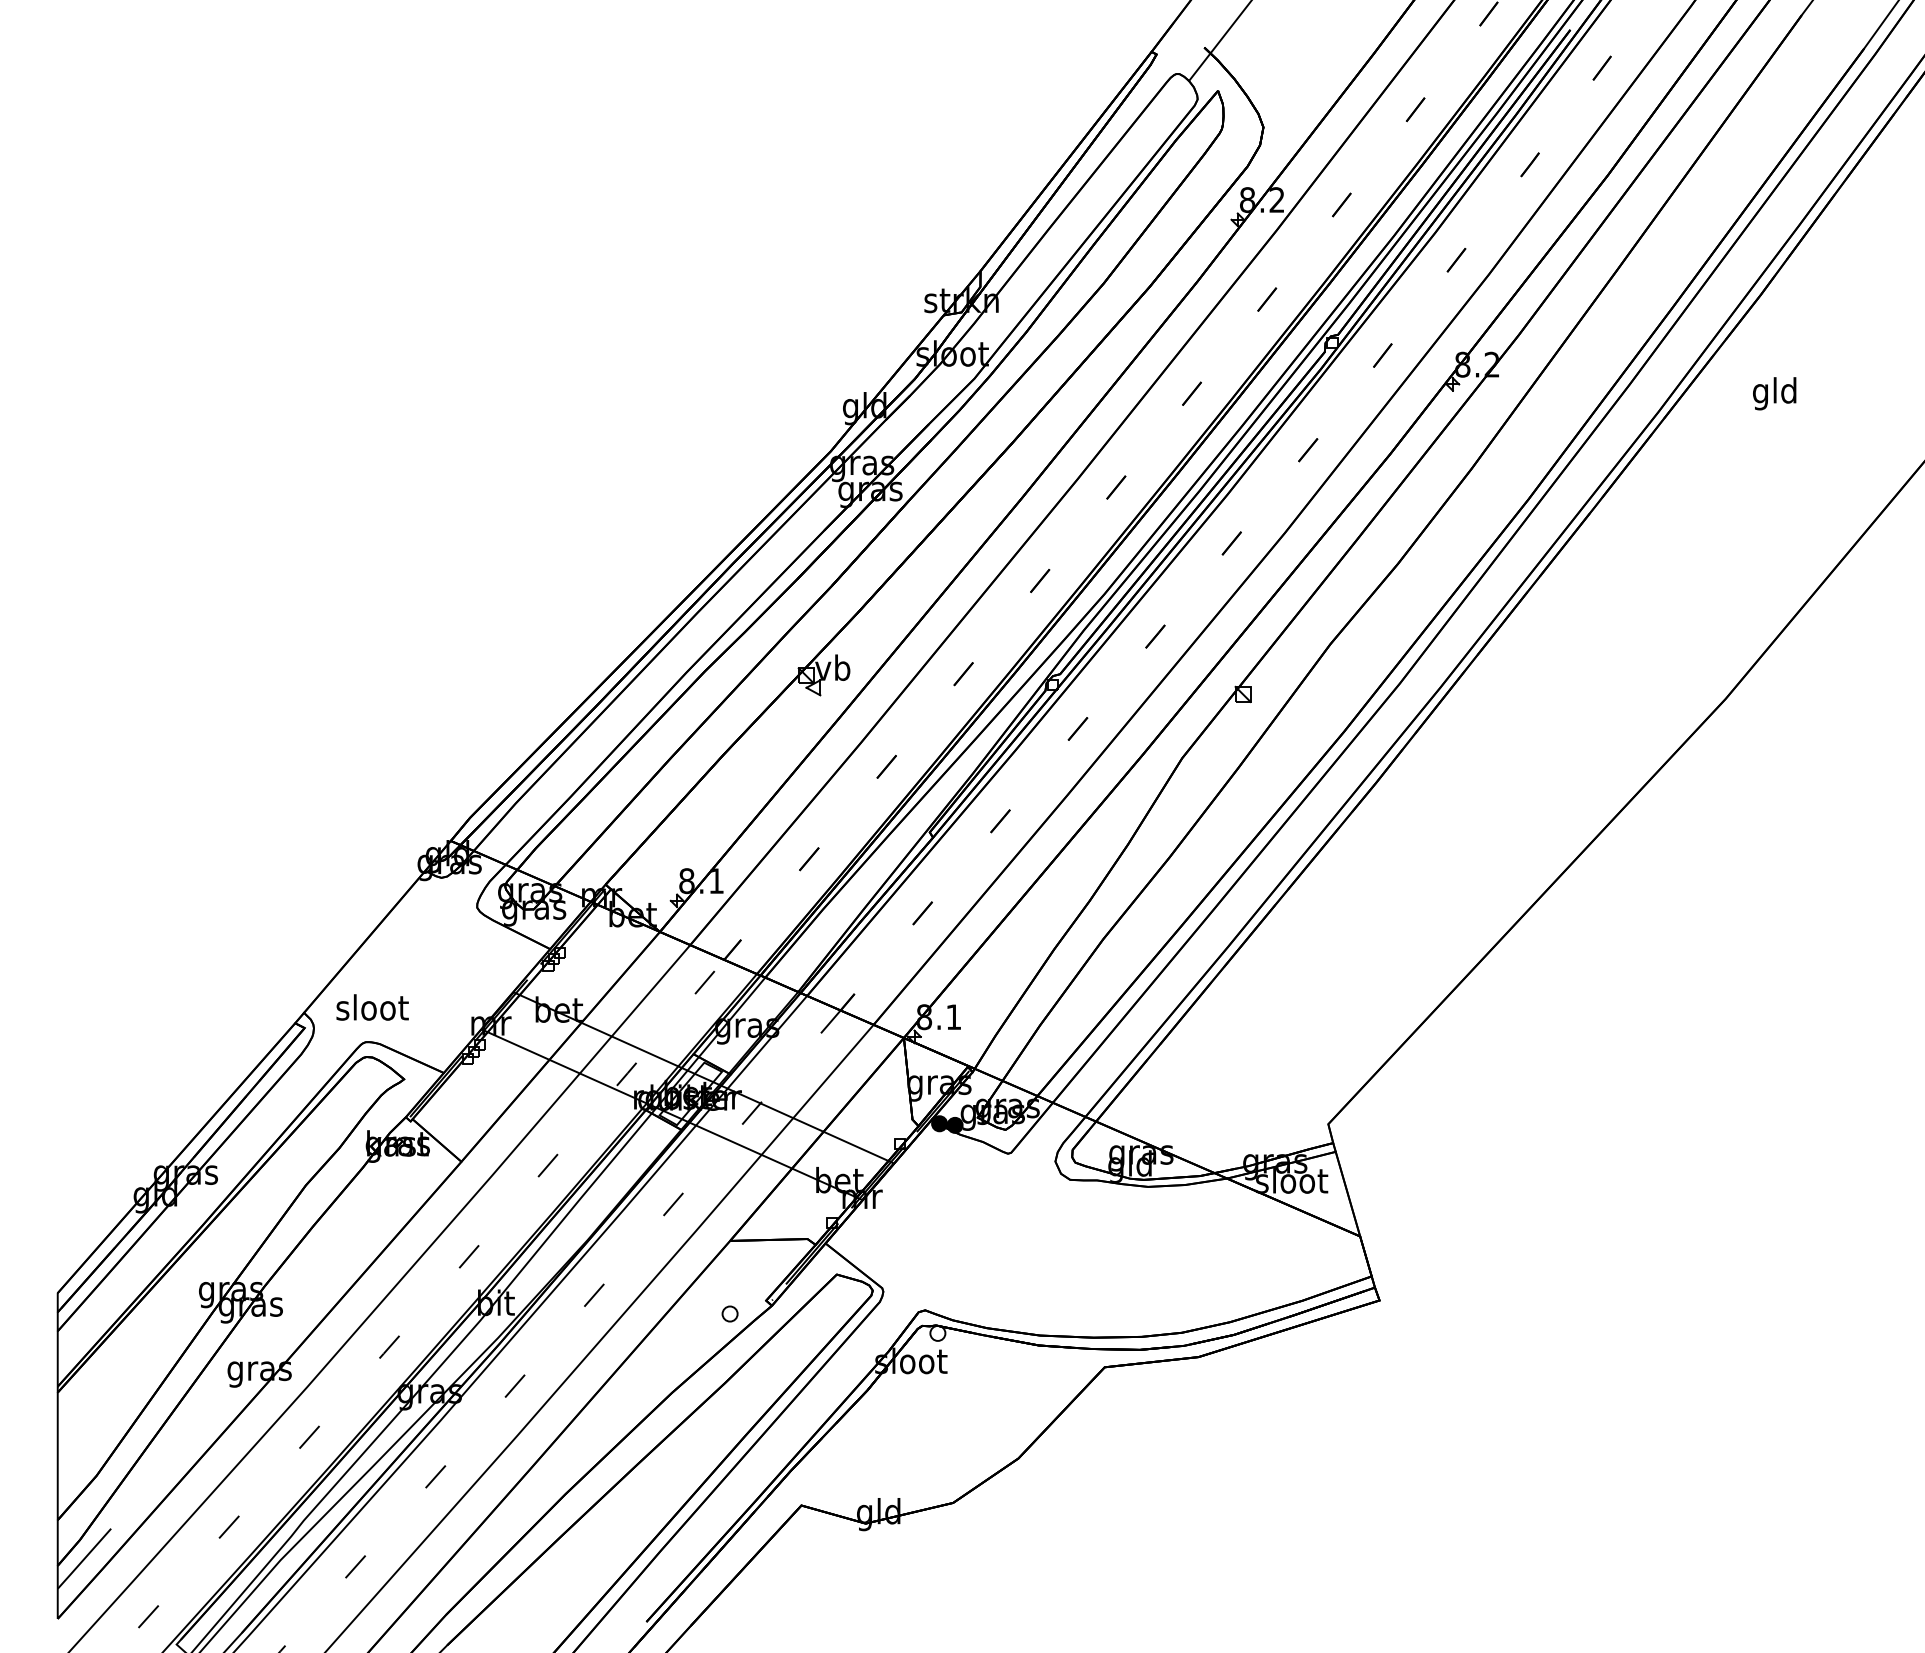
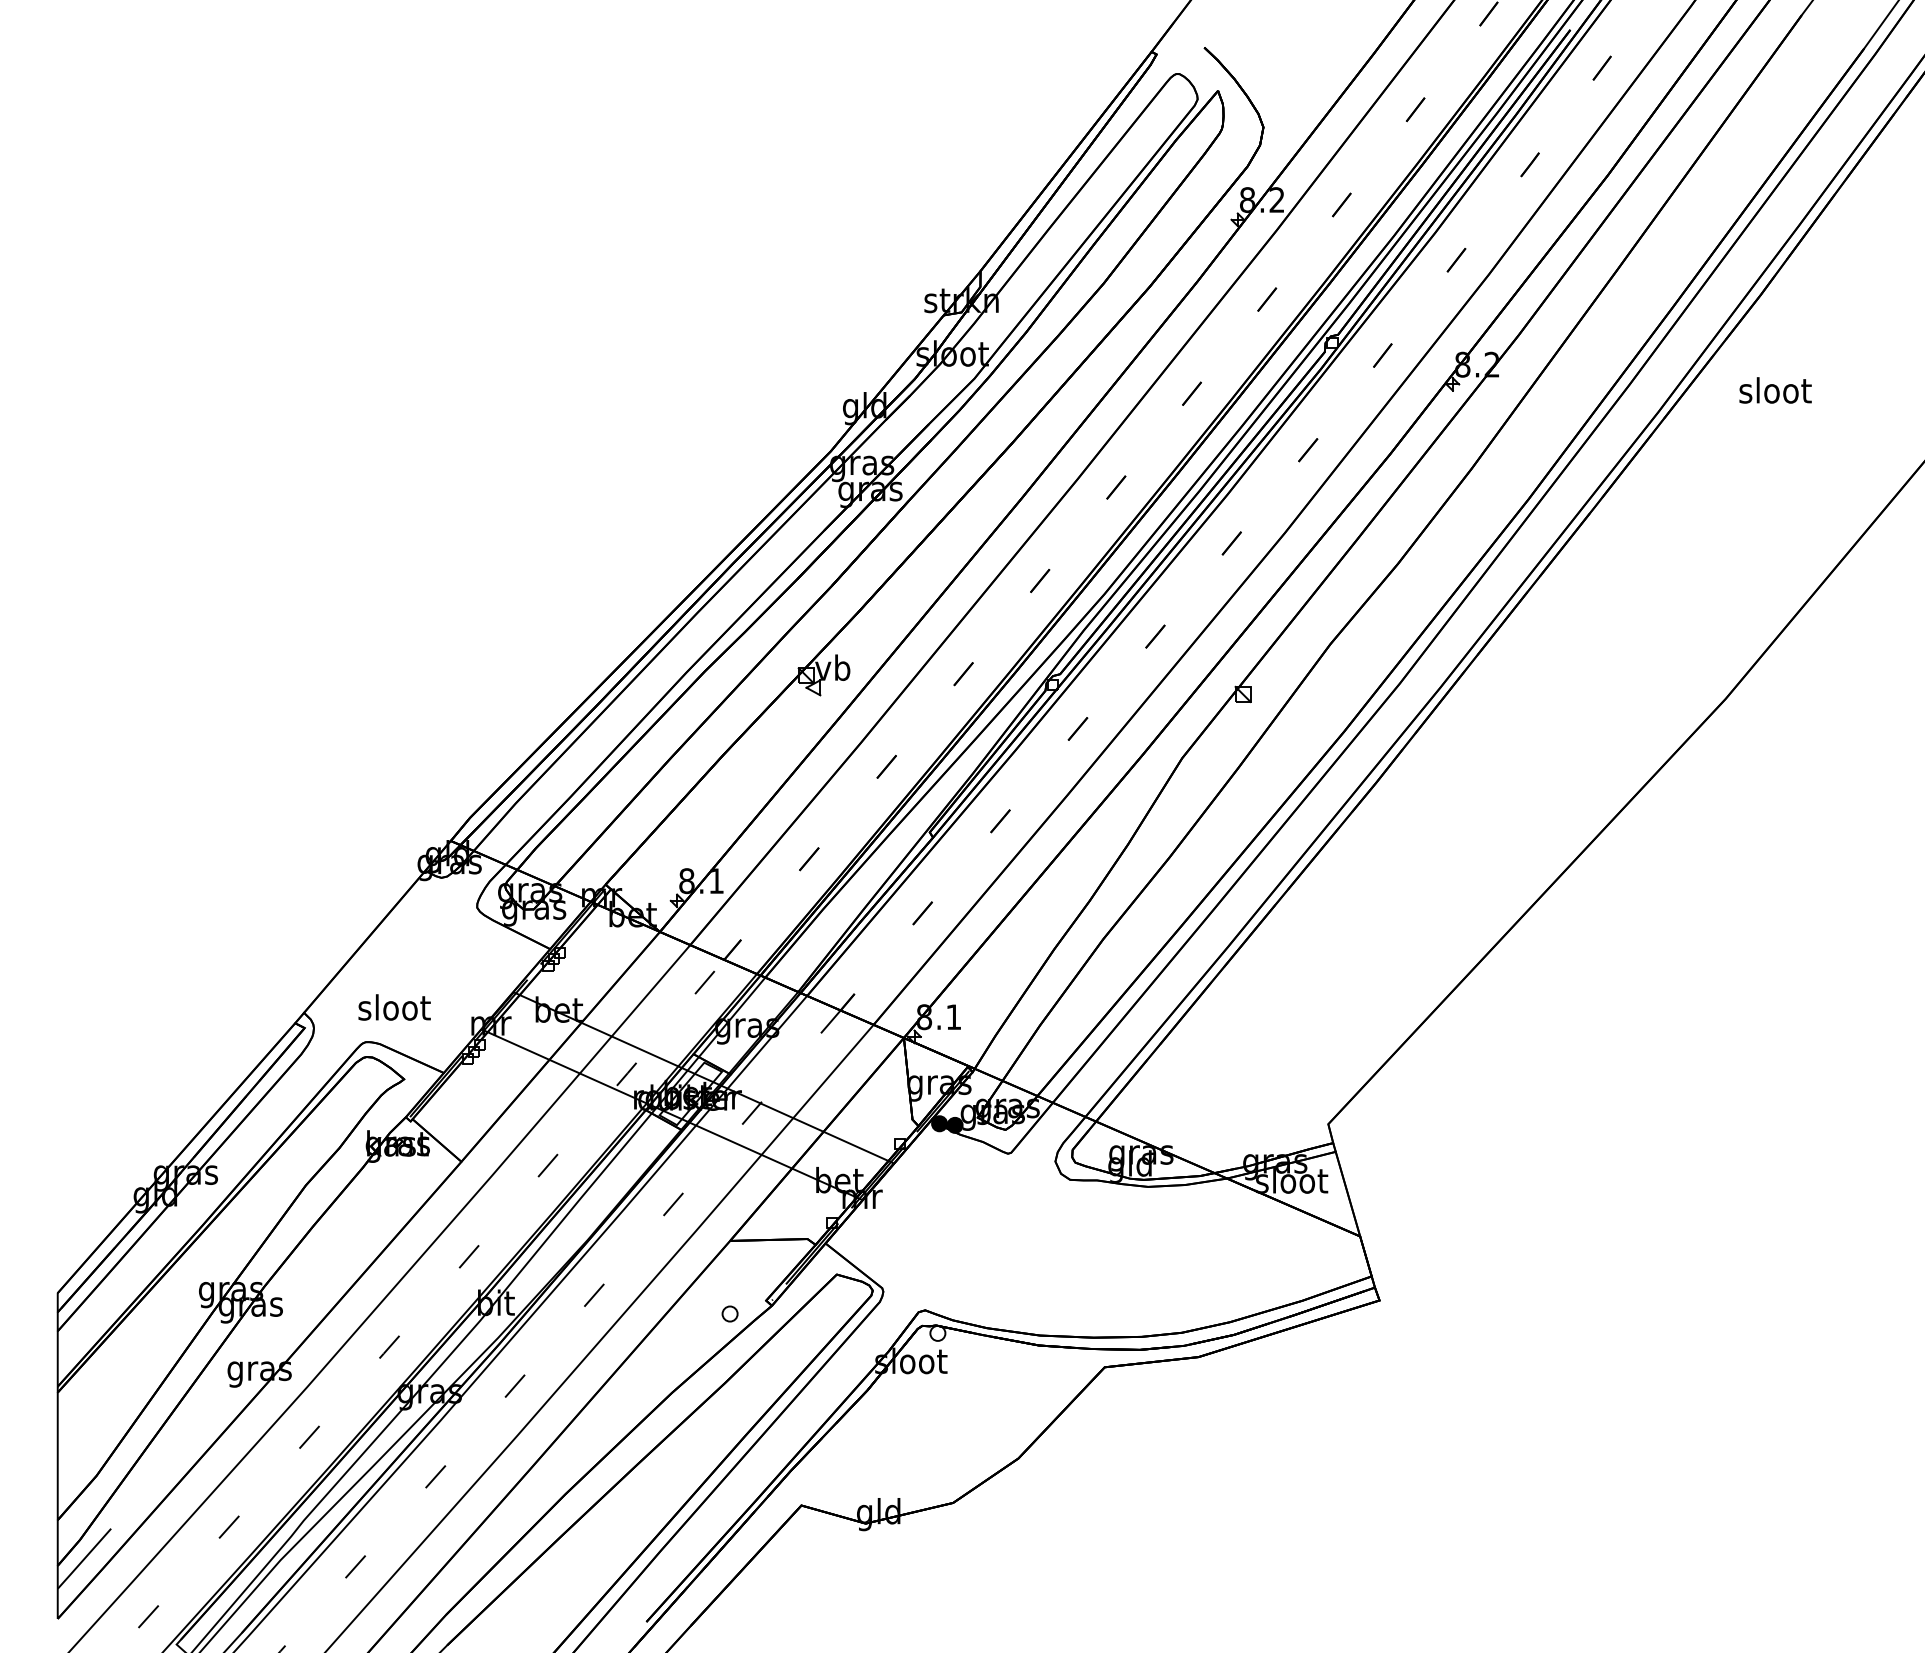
line at (1219, 41): present -> none
text at (1775, 393): gld -> sloot
text at (372, 1007) position: (372, 1007) -> (394, 1007)
